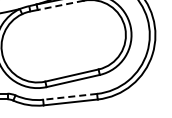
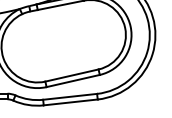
line at (60, 5): dashed -> solid
line at (69, 96): dashed -> solid
